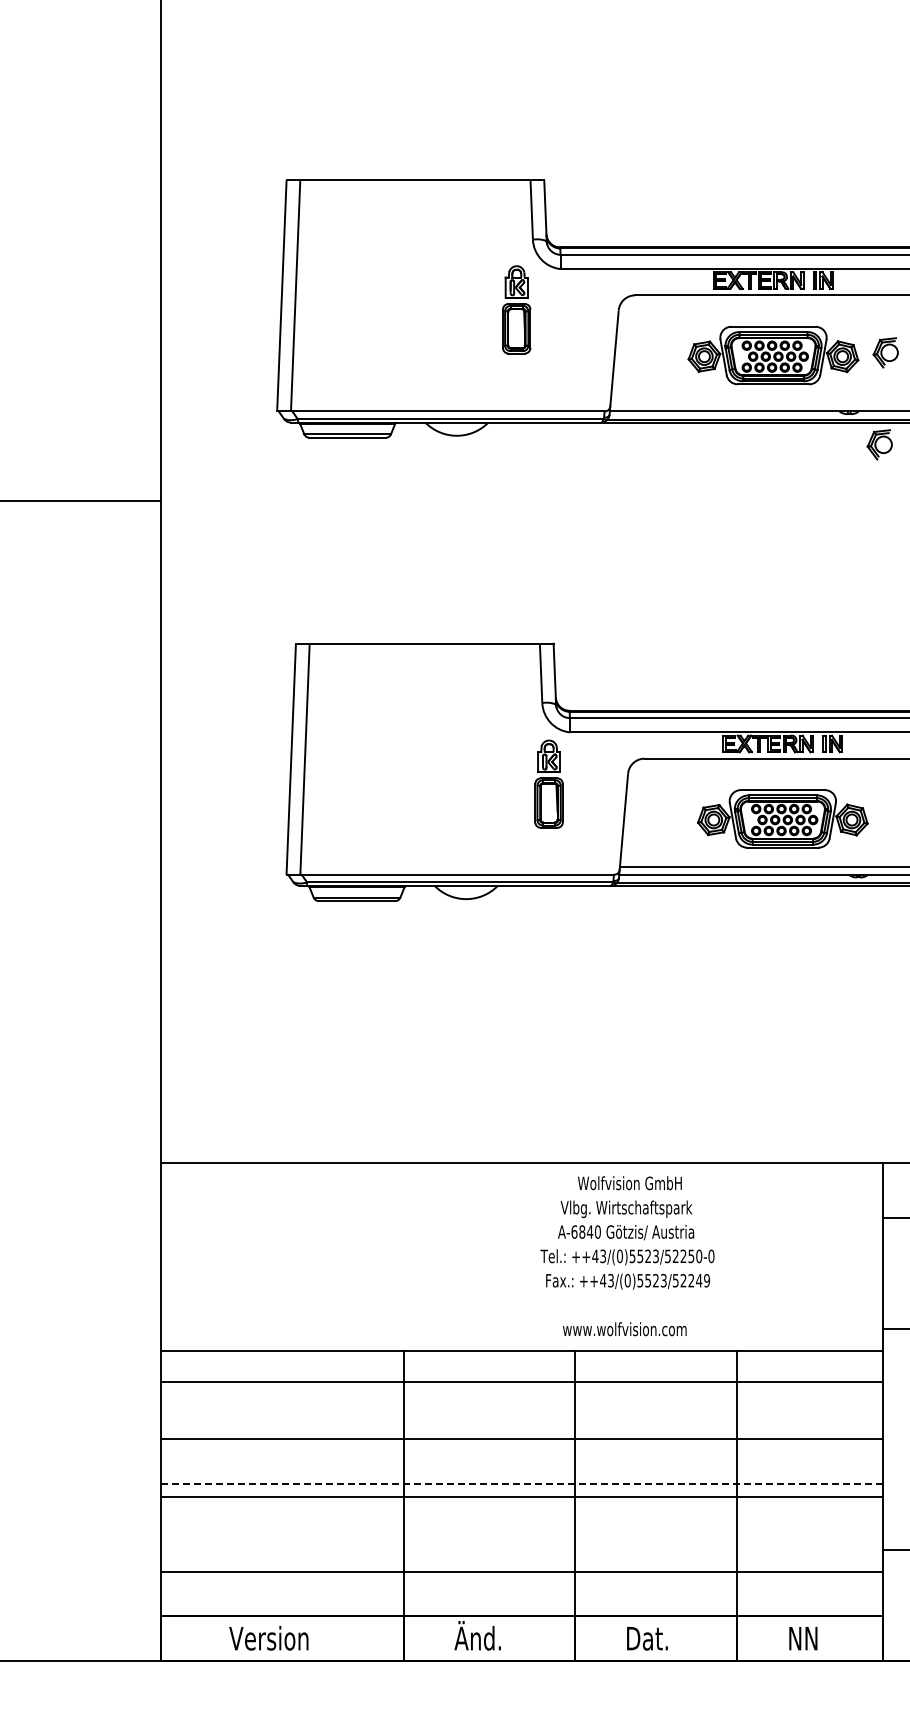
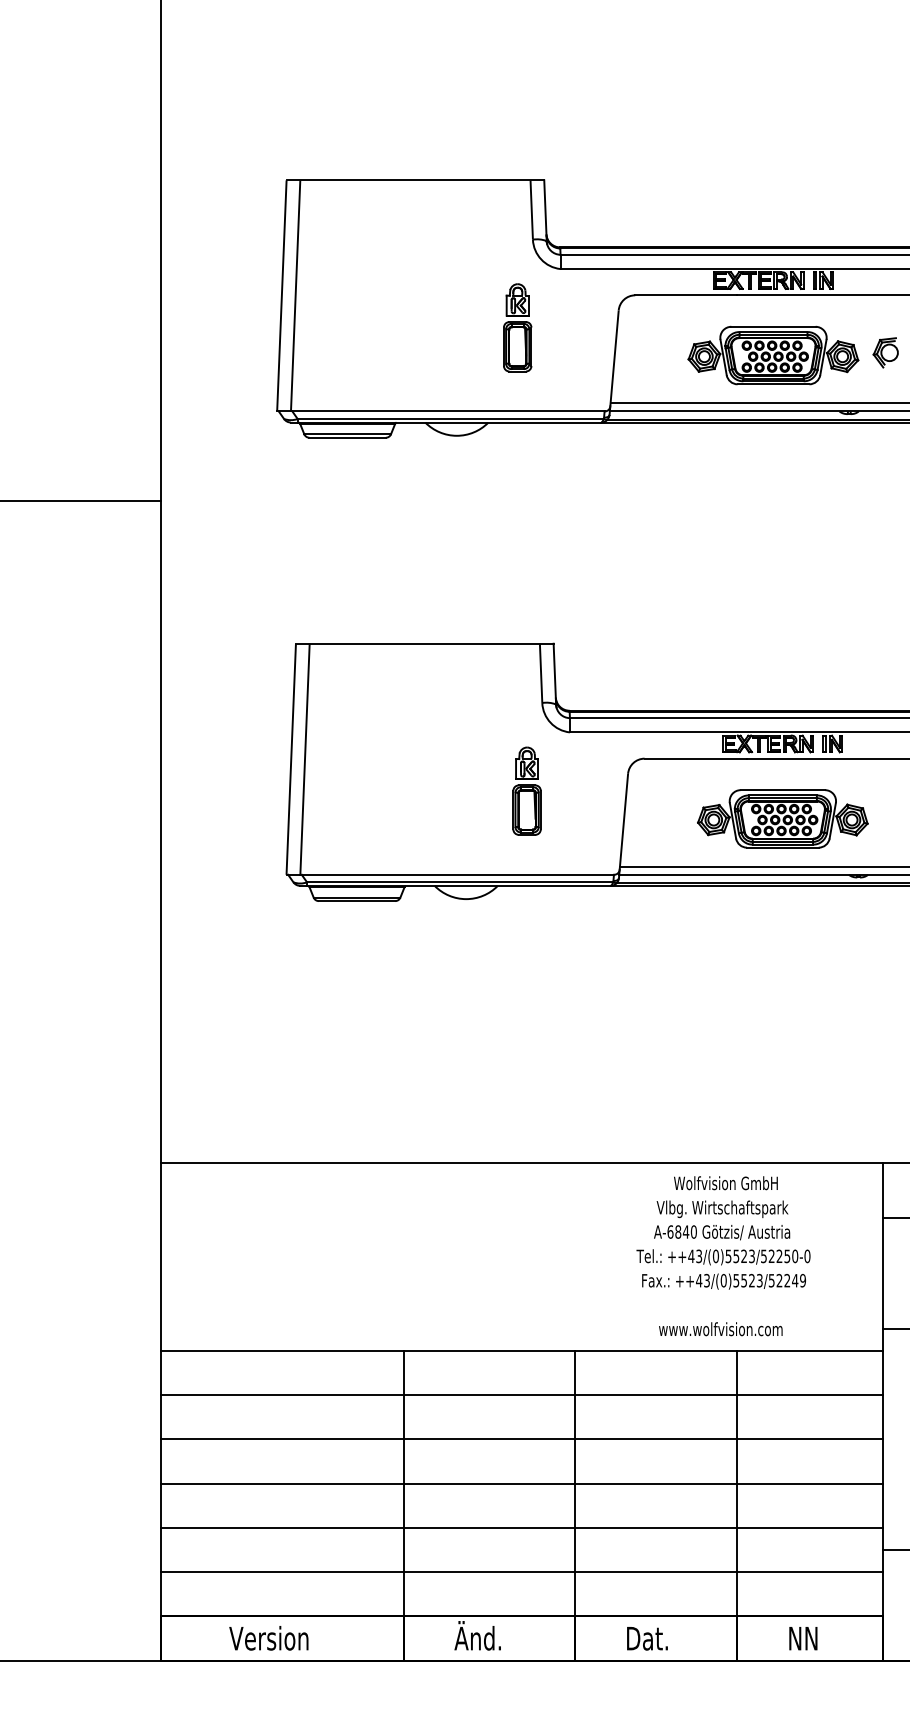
part at (516, 309) position: (516, 309) -> (517, 327)
line at (758, 403): none -> present
part at (879, 444): present -> none
part at (548, 783) position: (548, 783) -> (526, 790)
text at (627, 1256) position: (627, 1256) -> (723, 1256)
line at (521, 1382) position: (521, 1382) -> (521, 1395)
line at (522, 1483): dashed -> solid
line at (521, 1496) position: (521, 1496) -> (521, 1527)
